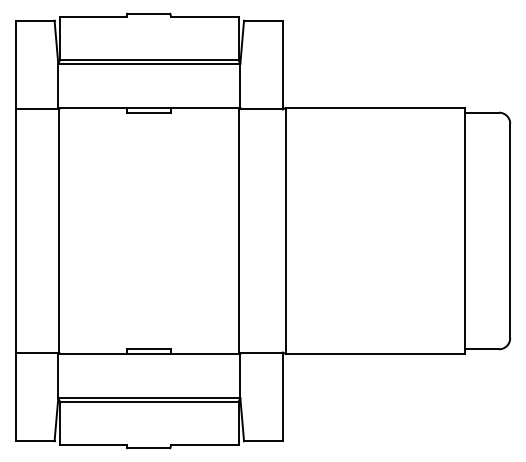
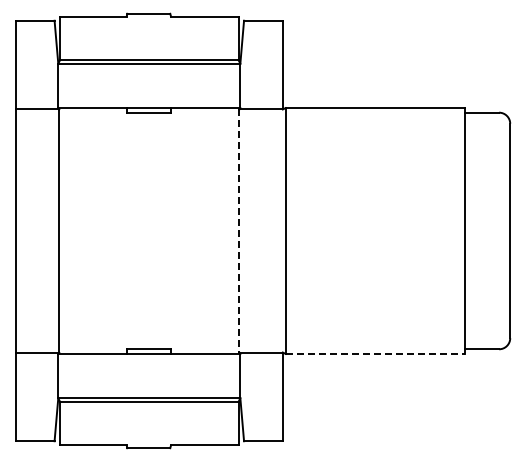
line at (239, 230): solid -> dashed
line at (375, 353): solid -> dashed
